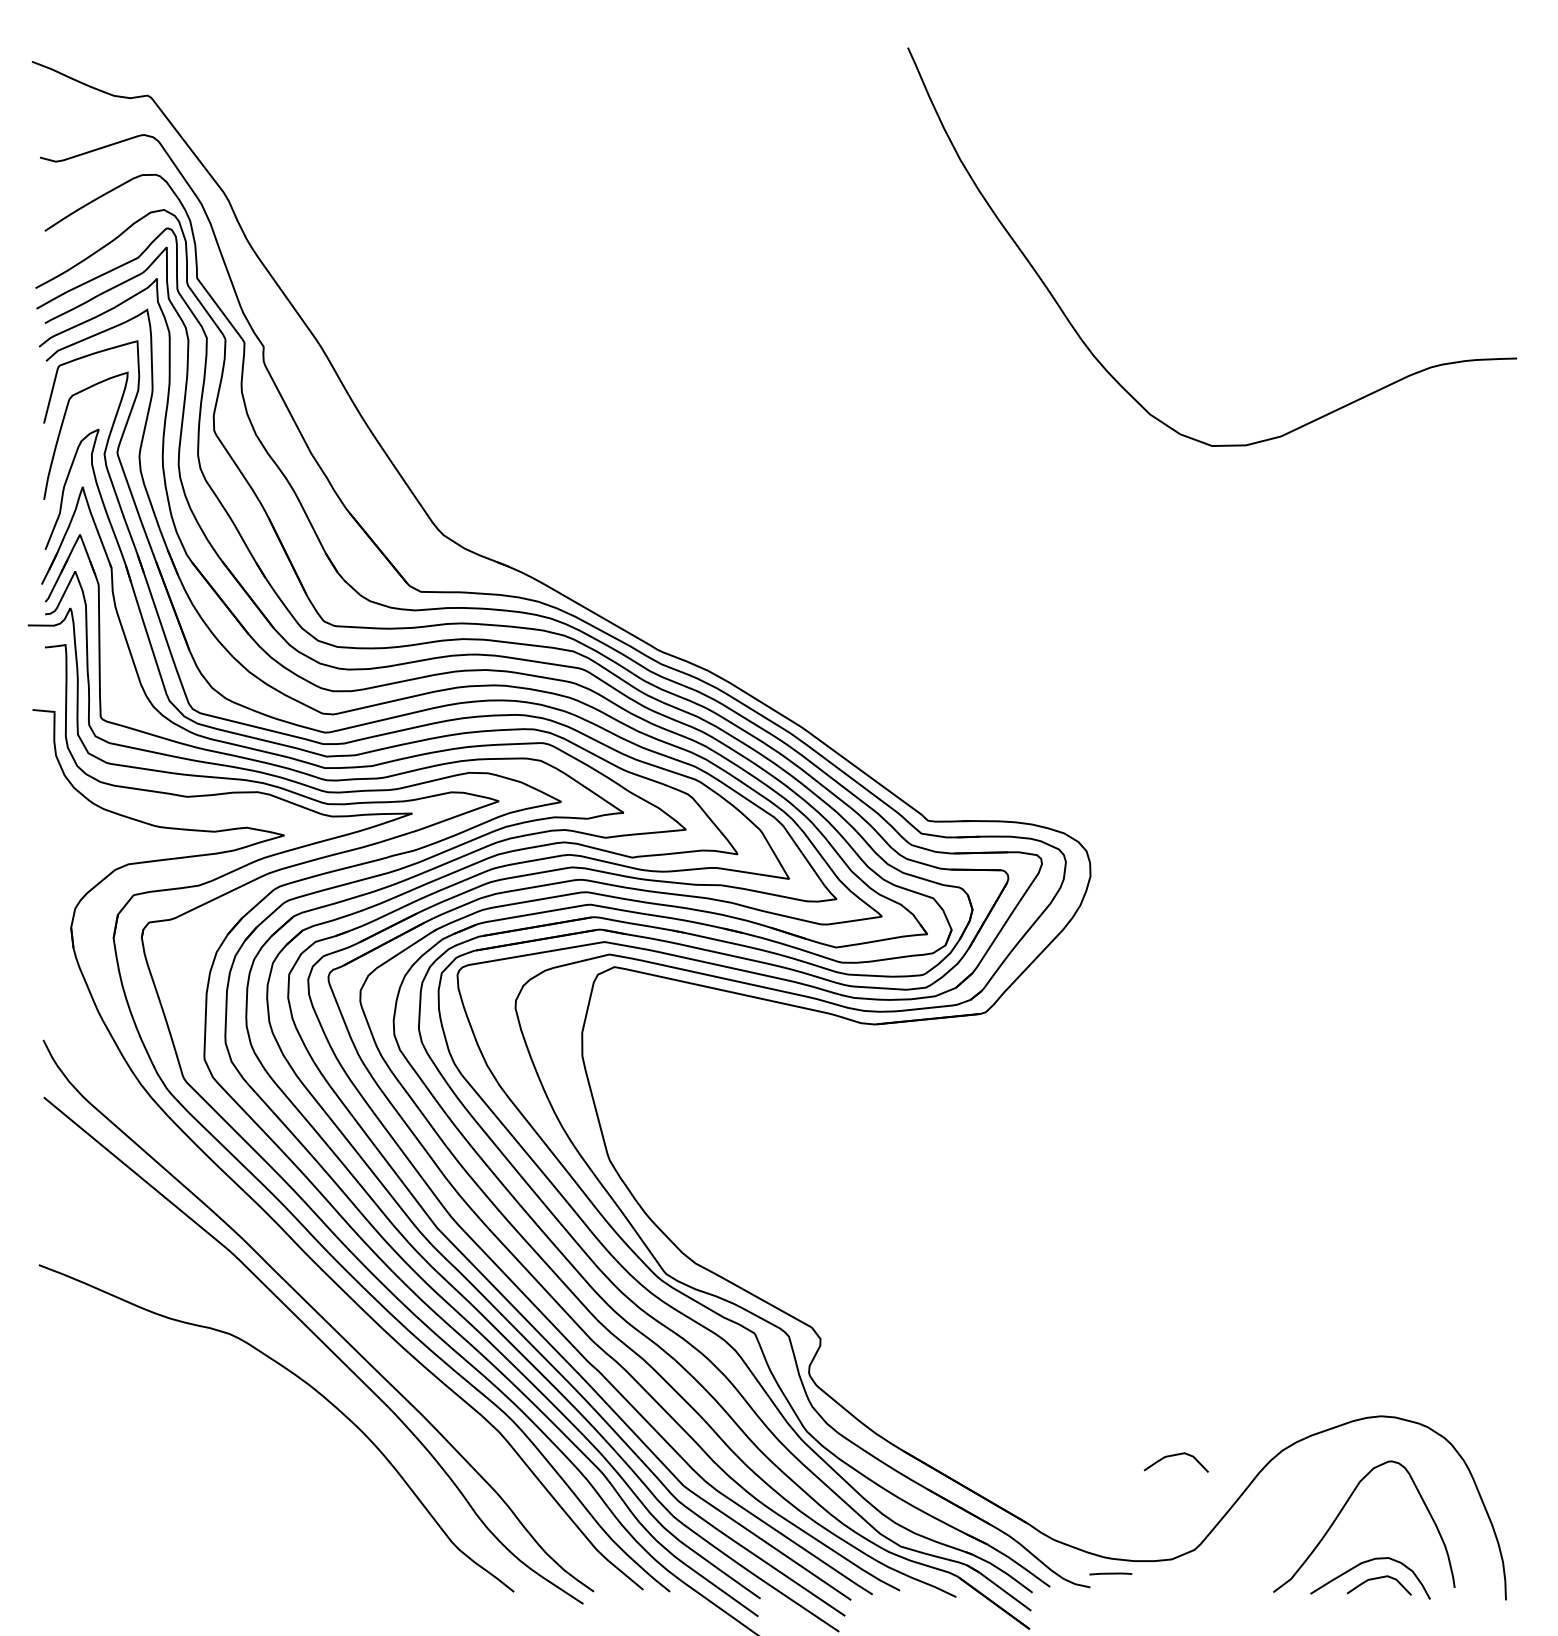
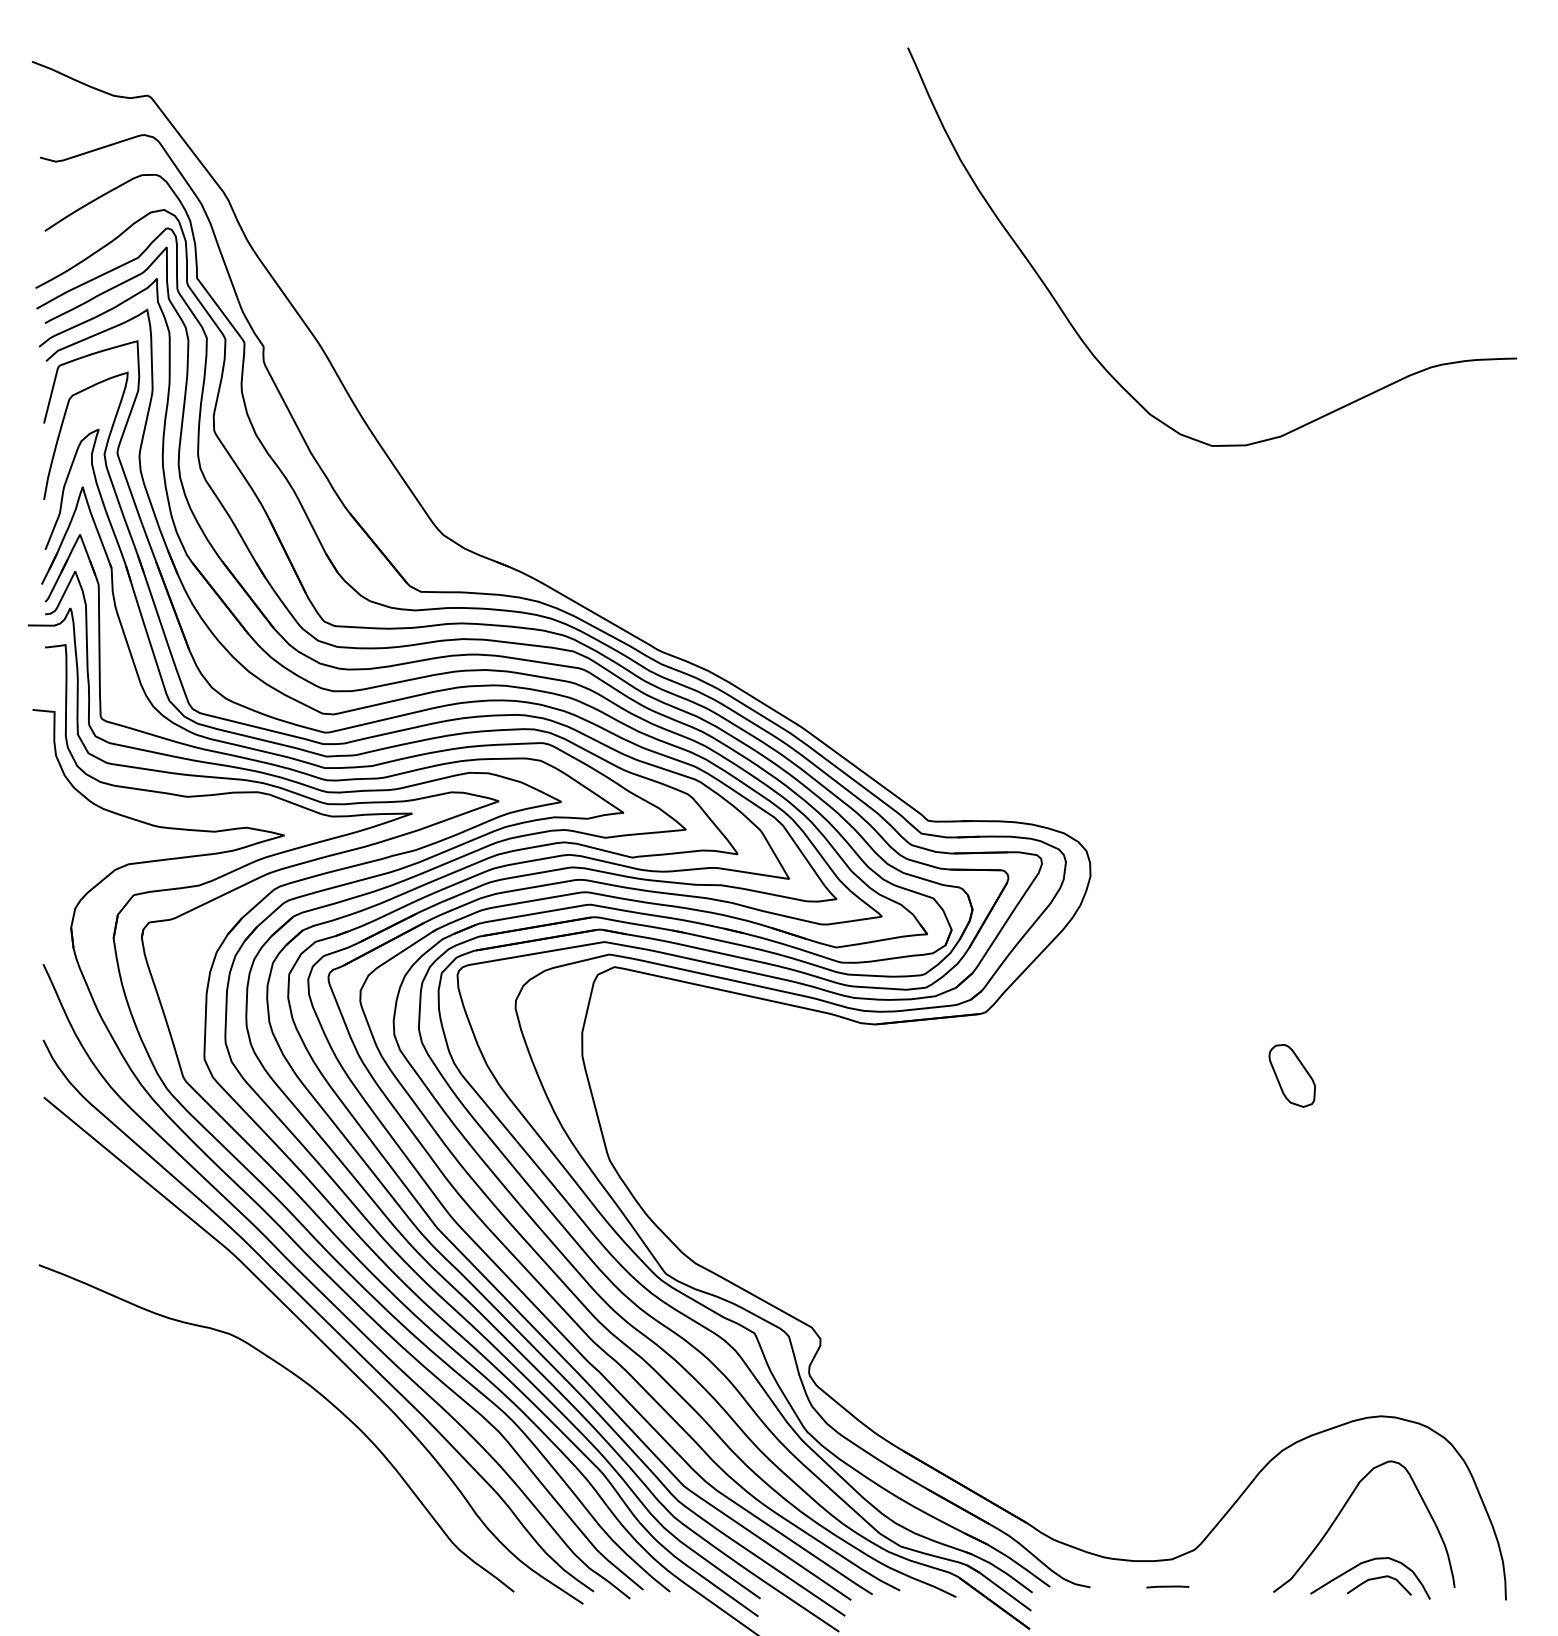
part at (1291, 1075): none -> present
curve at (323, 1293): none -> present
curve at (1173, 1456): present -> none
line at (1110, 1573) position: (1110, 1573) -> (1167, 1586)
